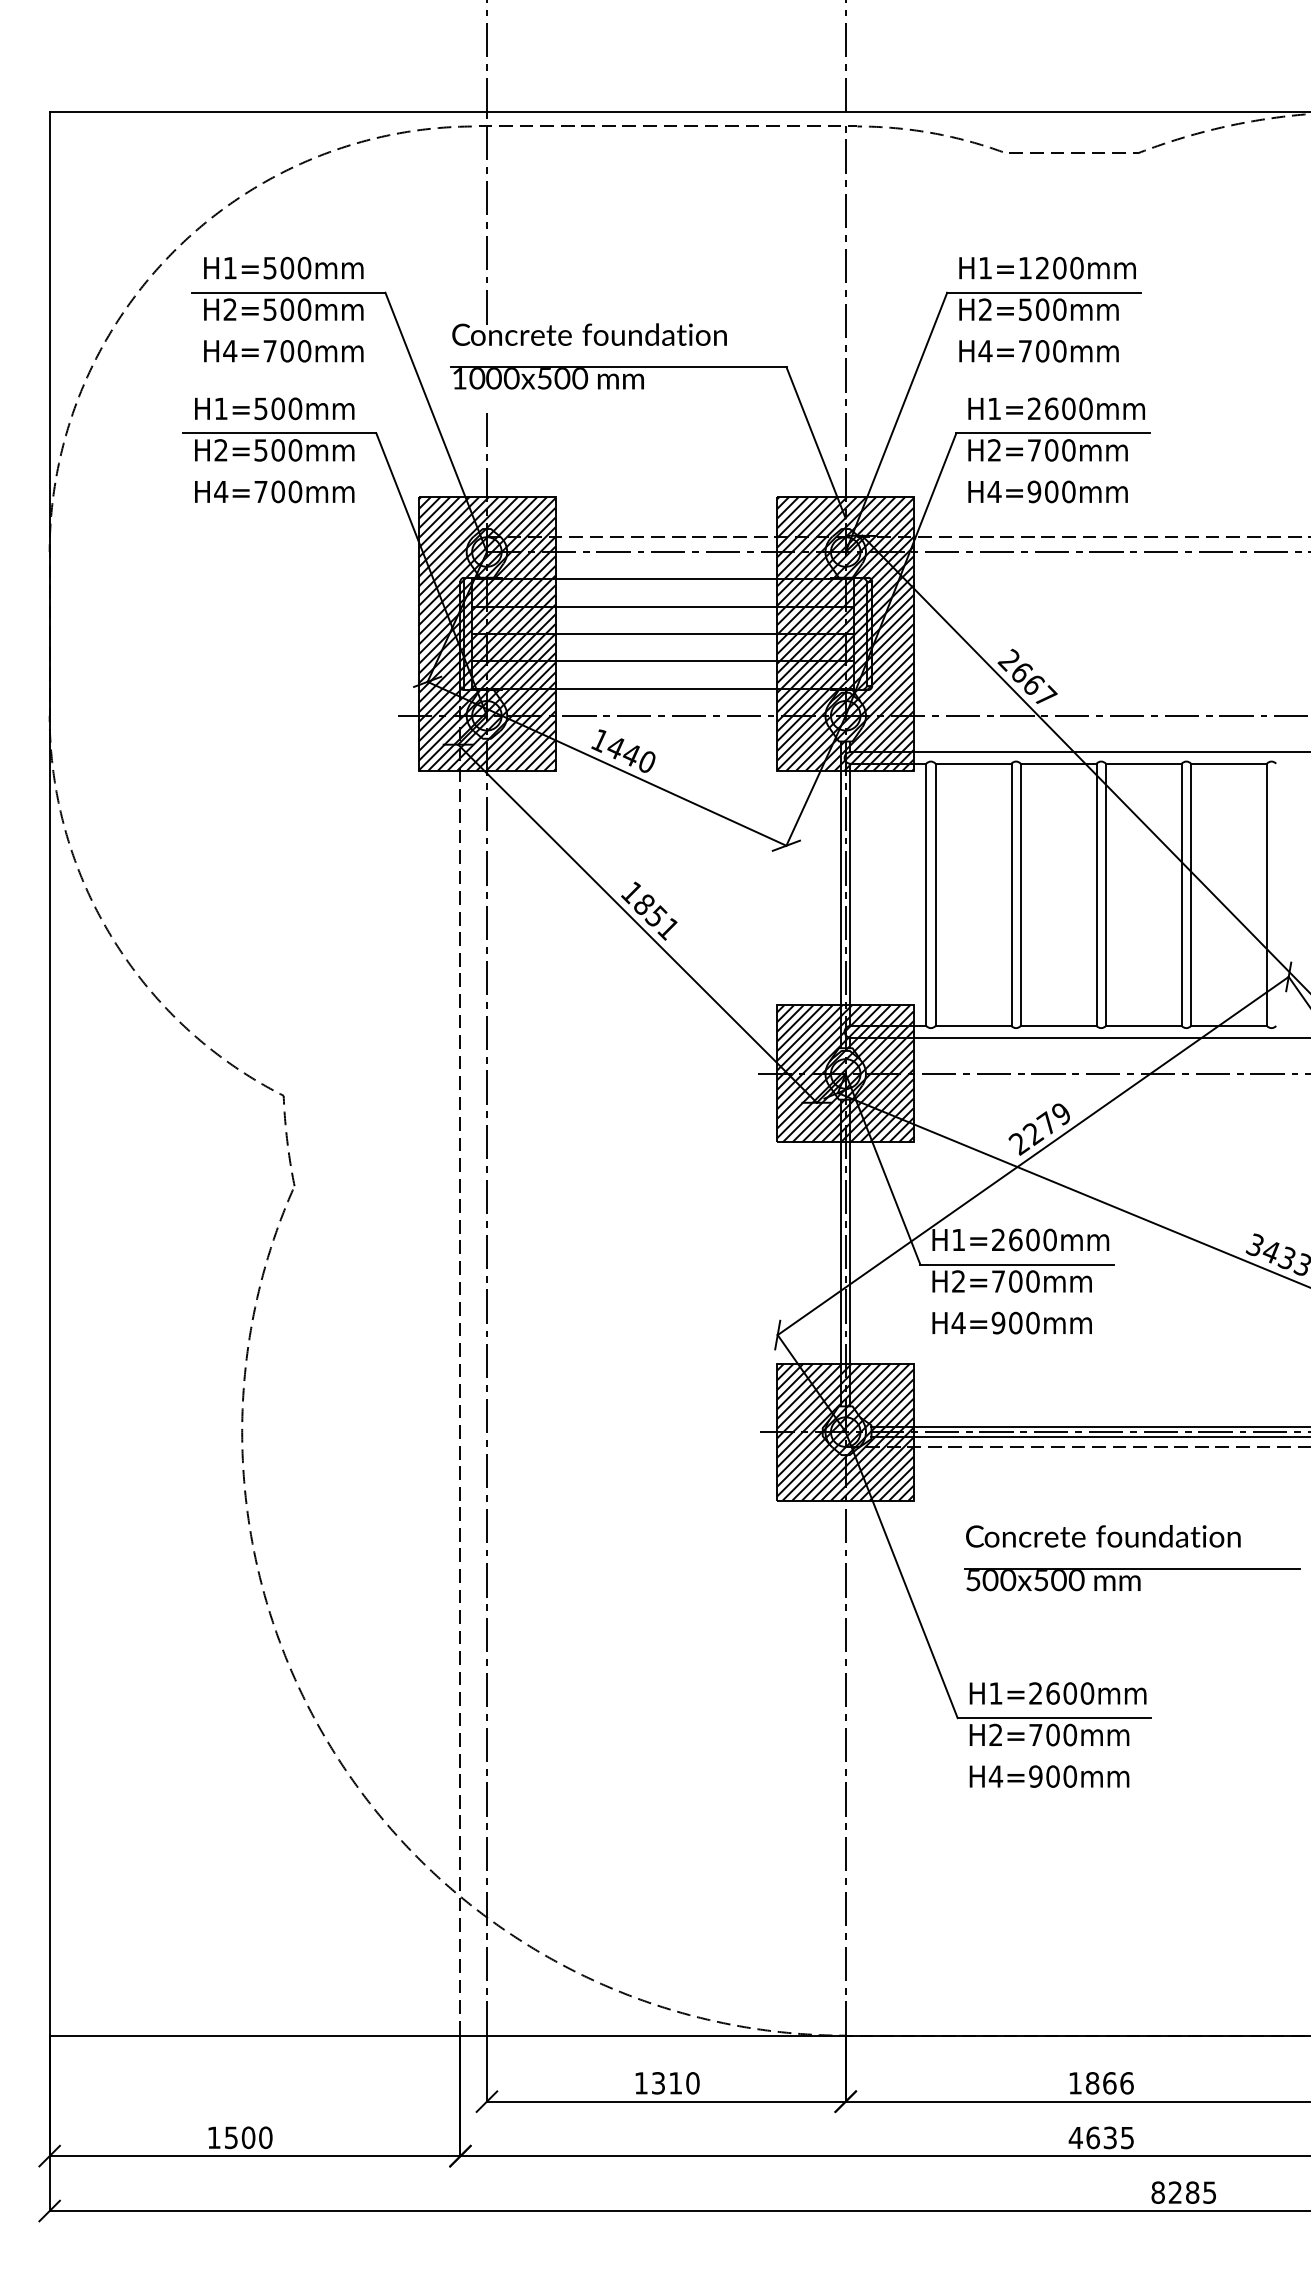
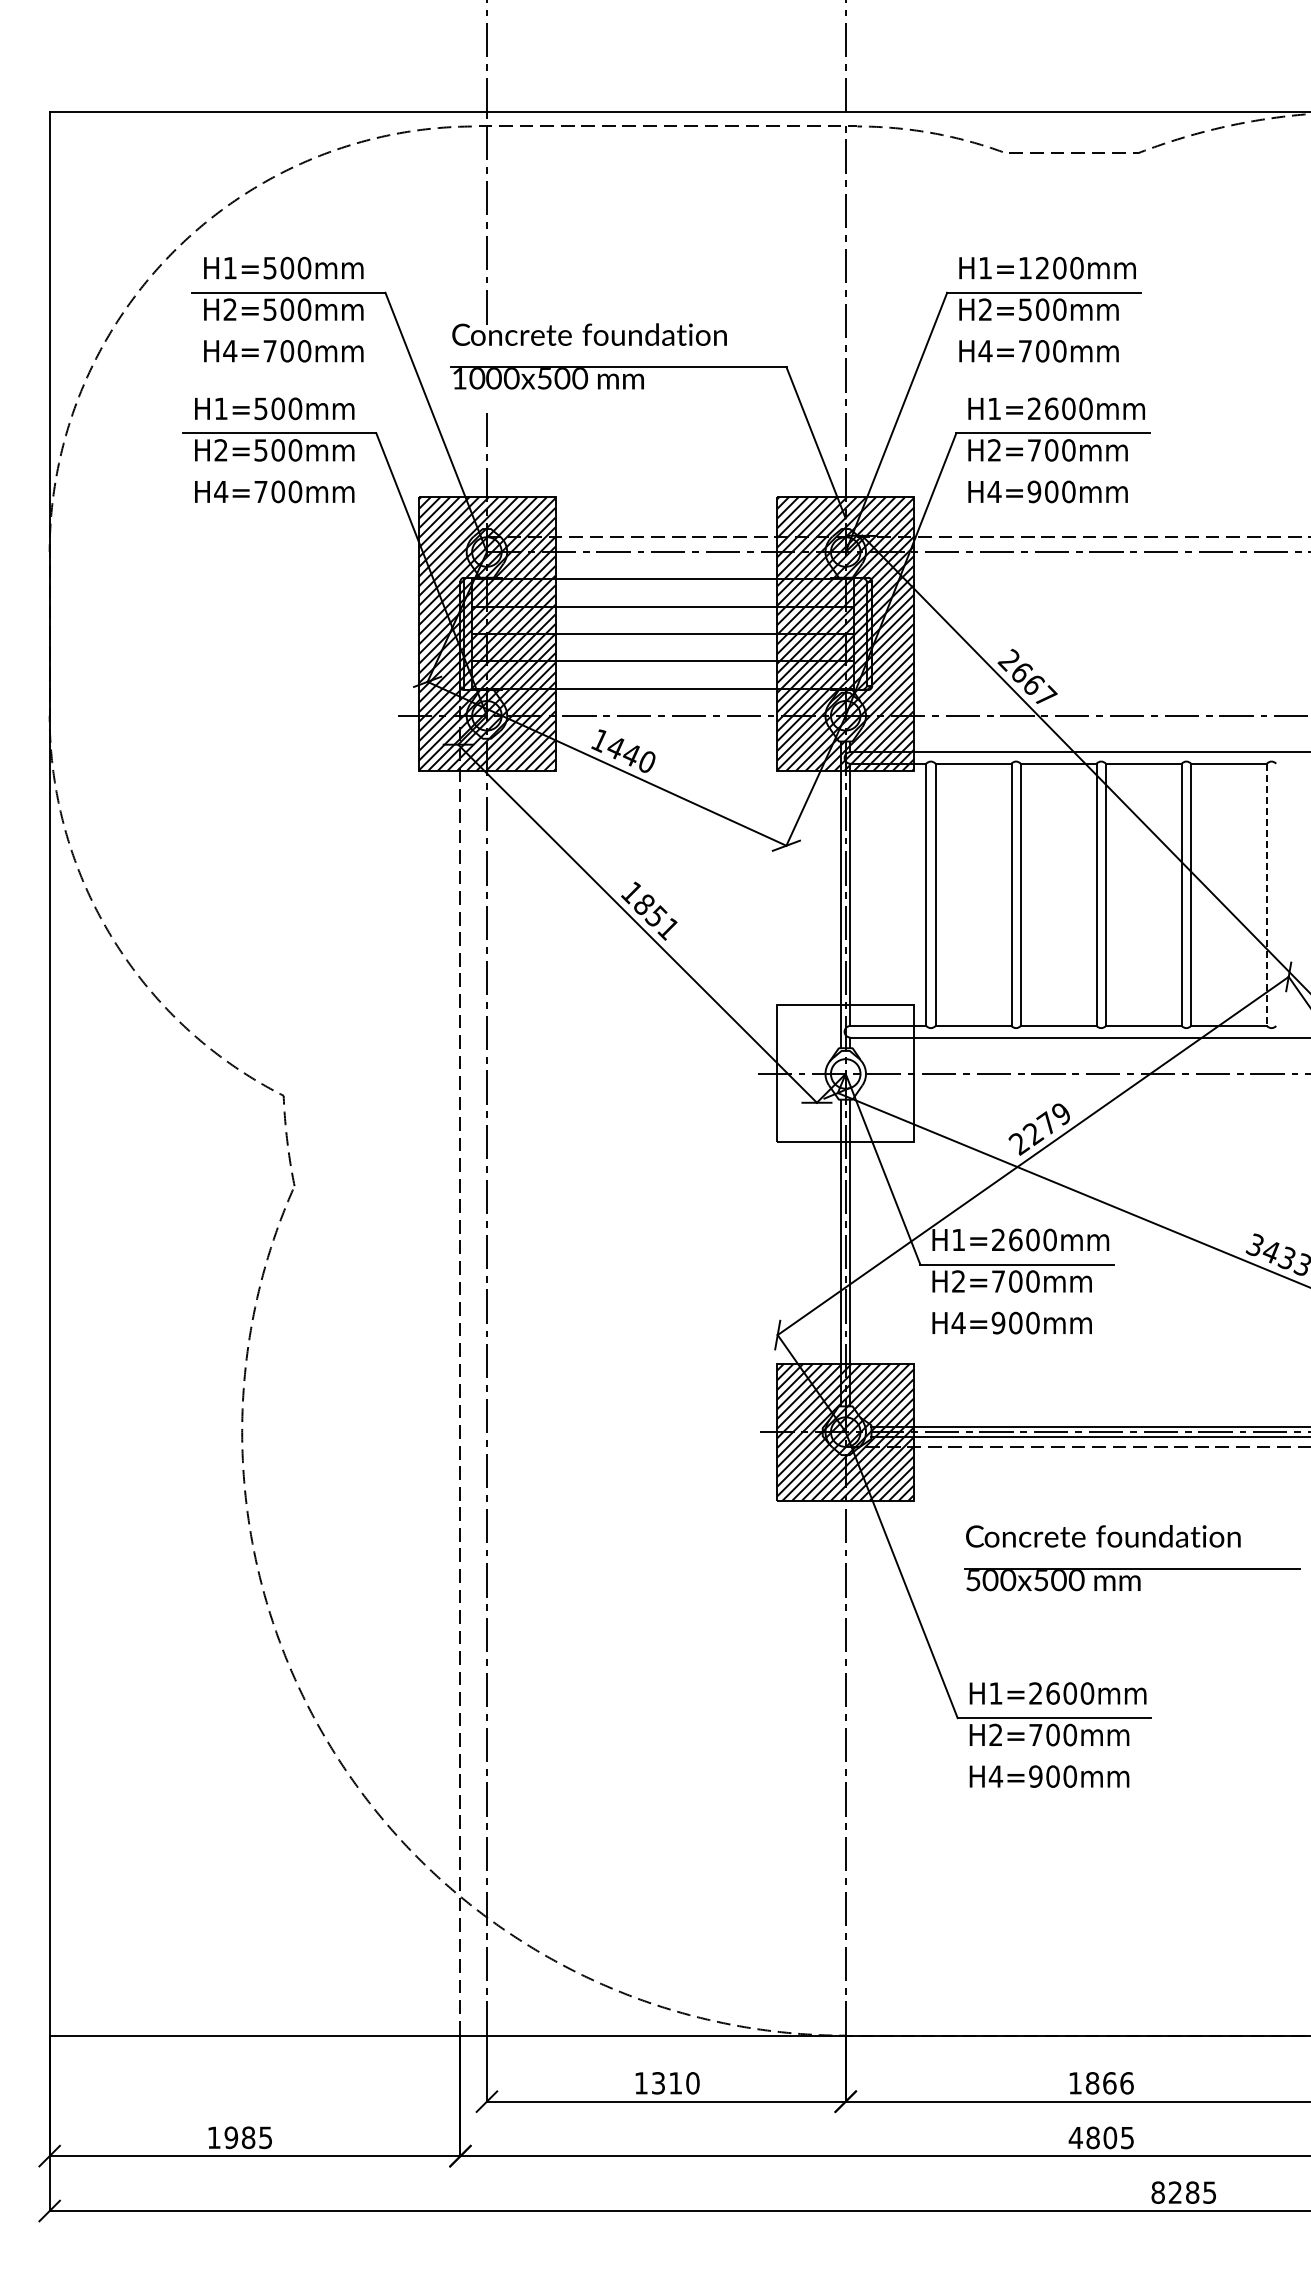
line at (1266, 895): solid -> dashed
hatch at (845, 1073): present -> none
text at (248, 2137): 1500 -> 1985
text at (1101, 2137): 4635 -> 4805
